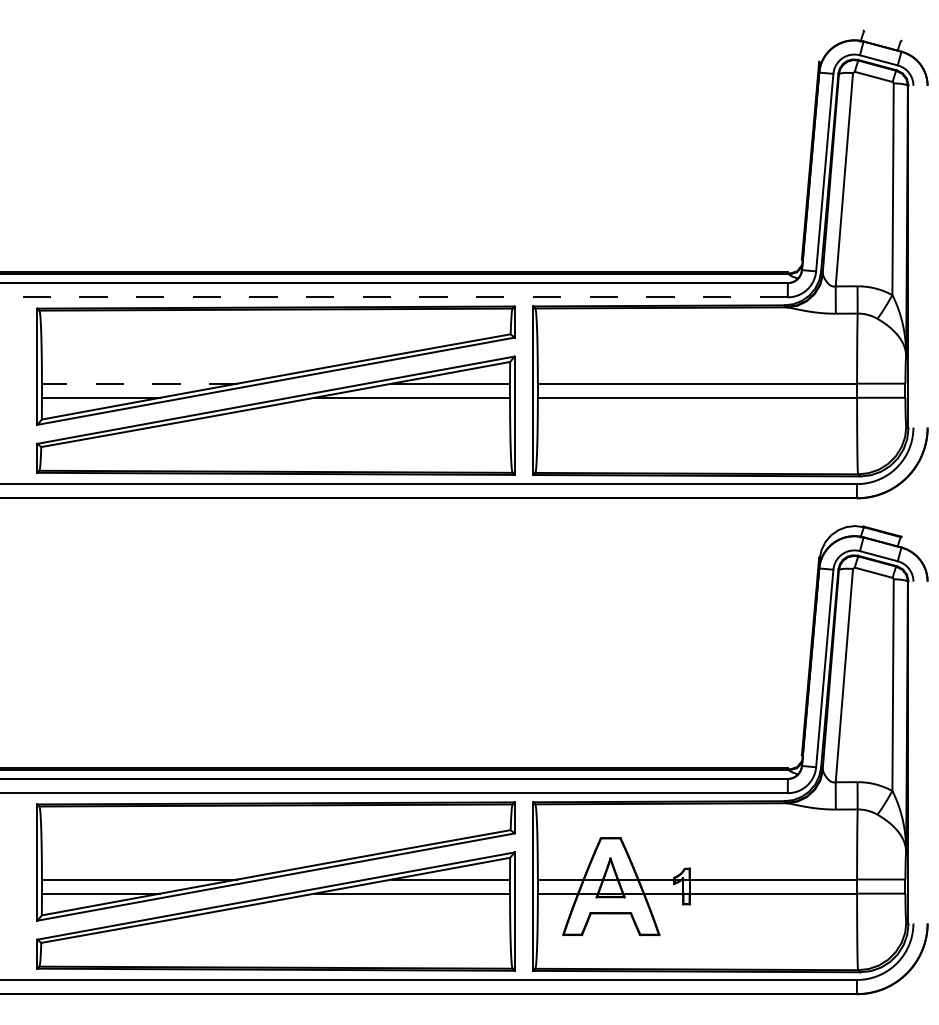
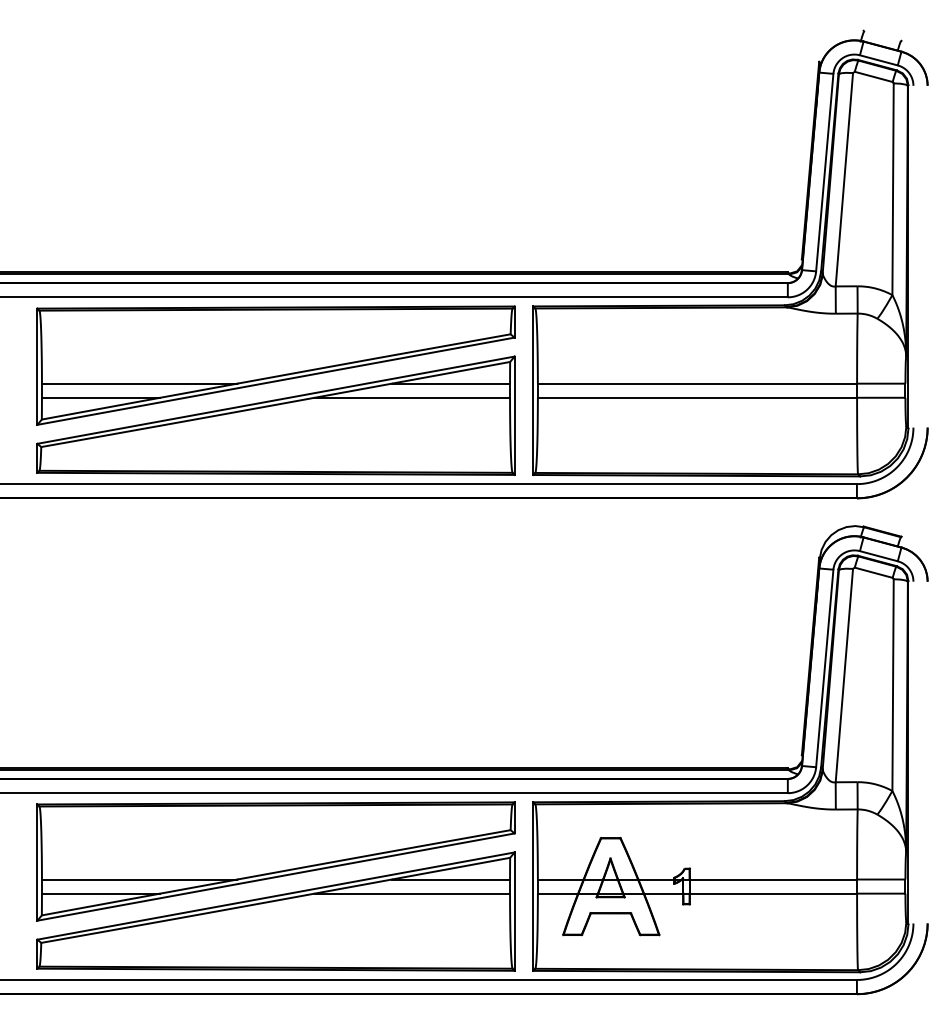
line at (393, 297): dashed -> solid
line at (139, 383): dashed -> solid
